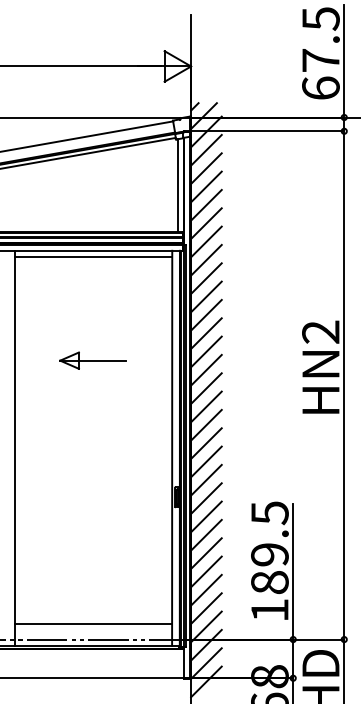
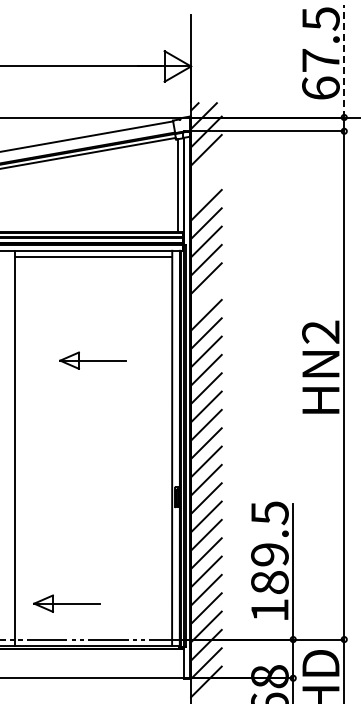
line at (344, 60): solid -> dashed
line at (206, 168): present -> none
line at (206, 186): present -> none
line at (206, 296): present -> none
part at (66, 603): none -> present
line at (93, 624): present -> none
